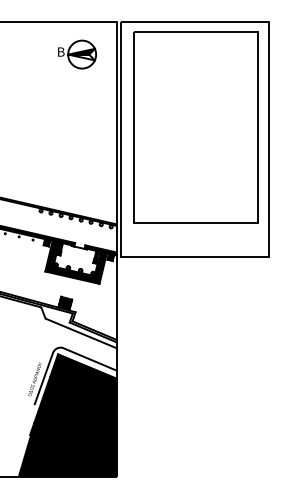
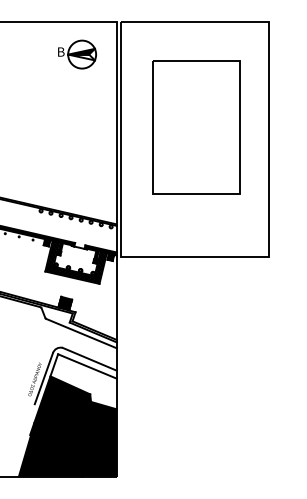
part at (195, 127) size: 126x193 px -> 89x135 px
fill at (83, 381): present -> none
